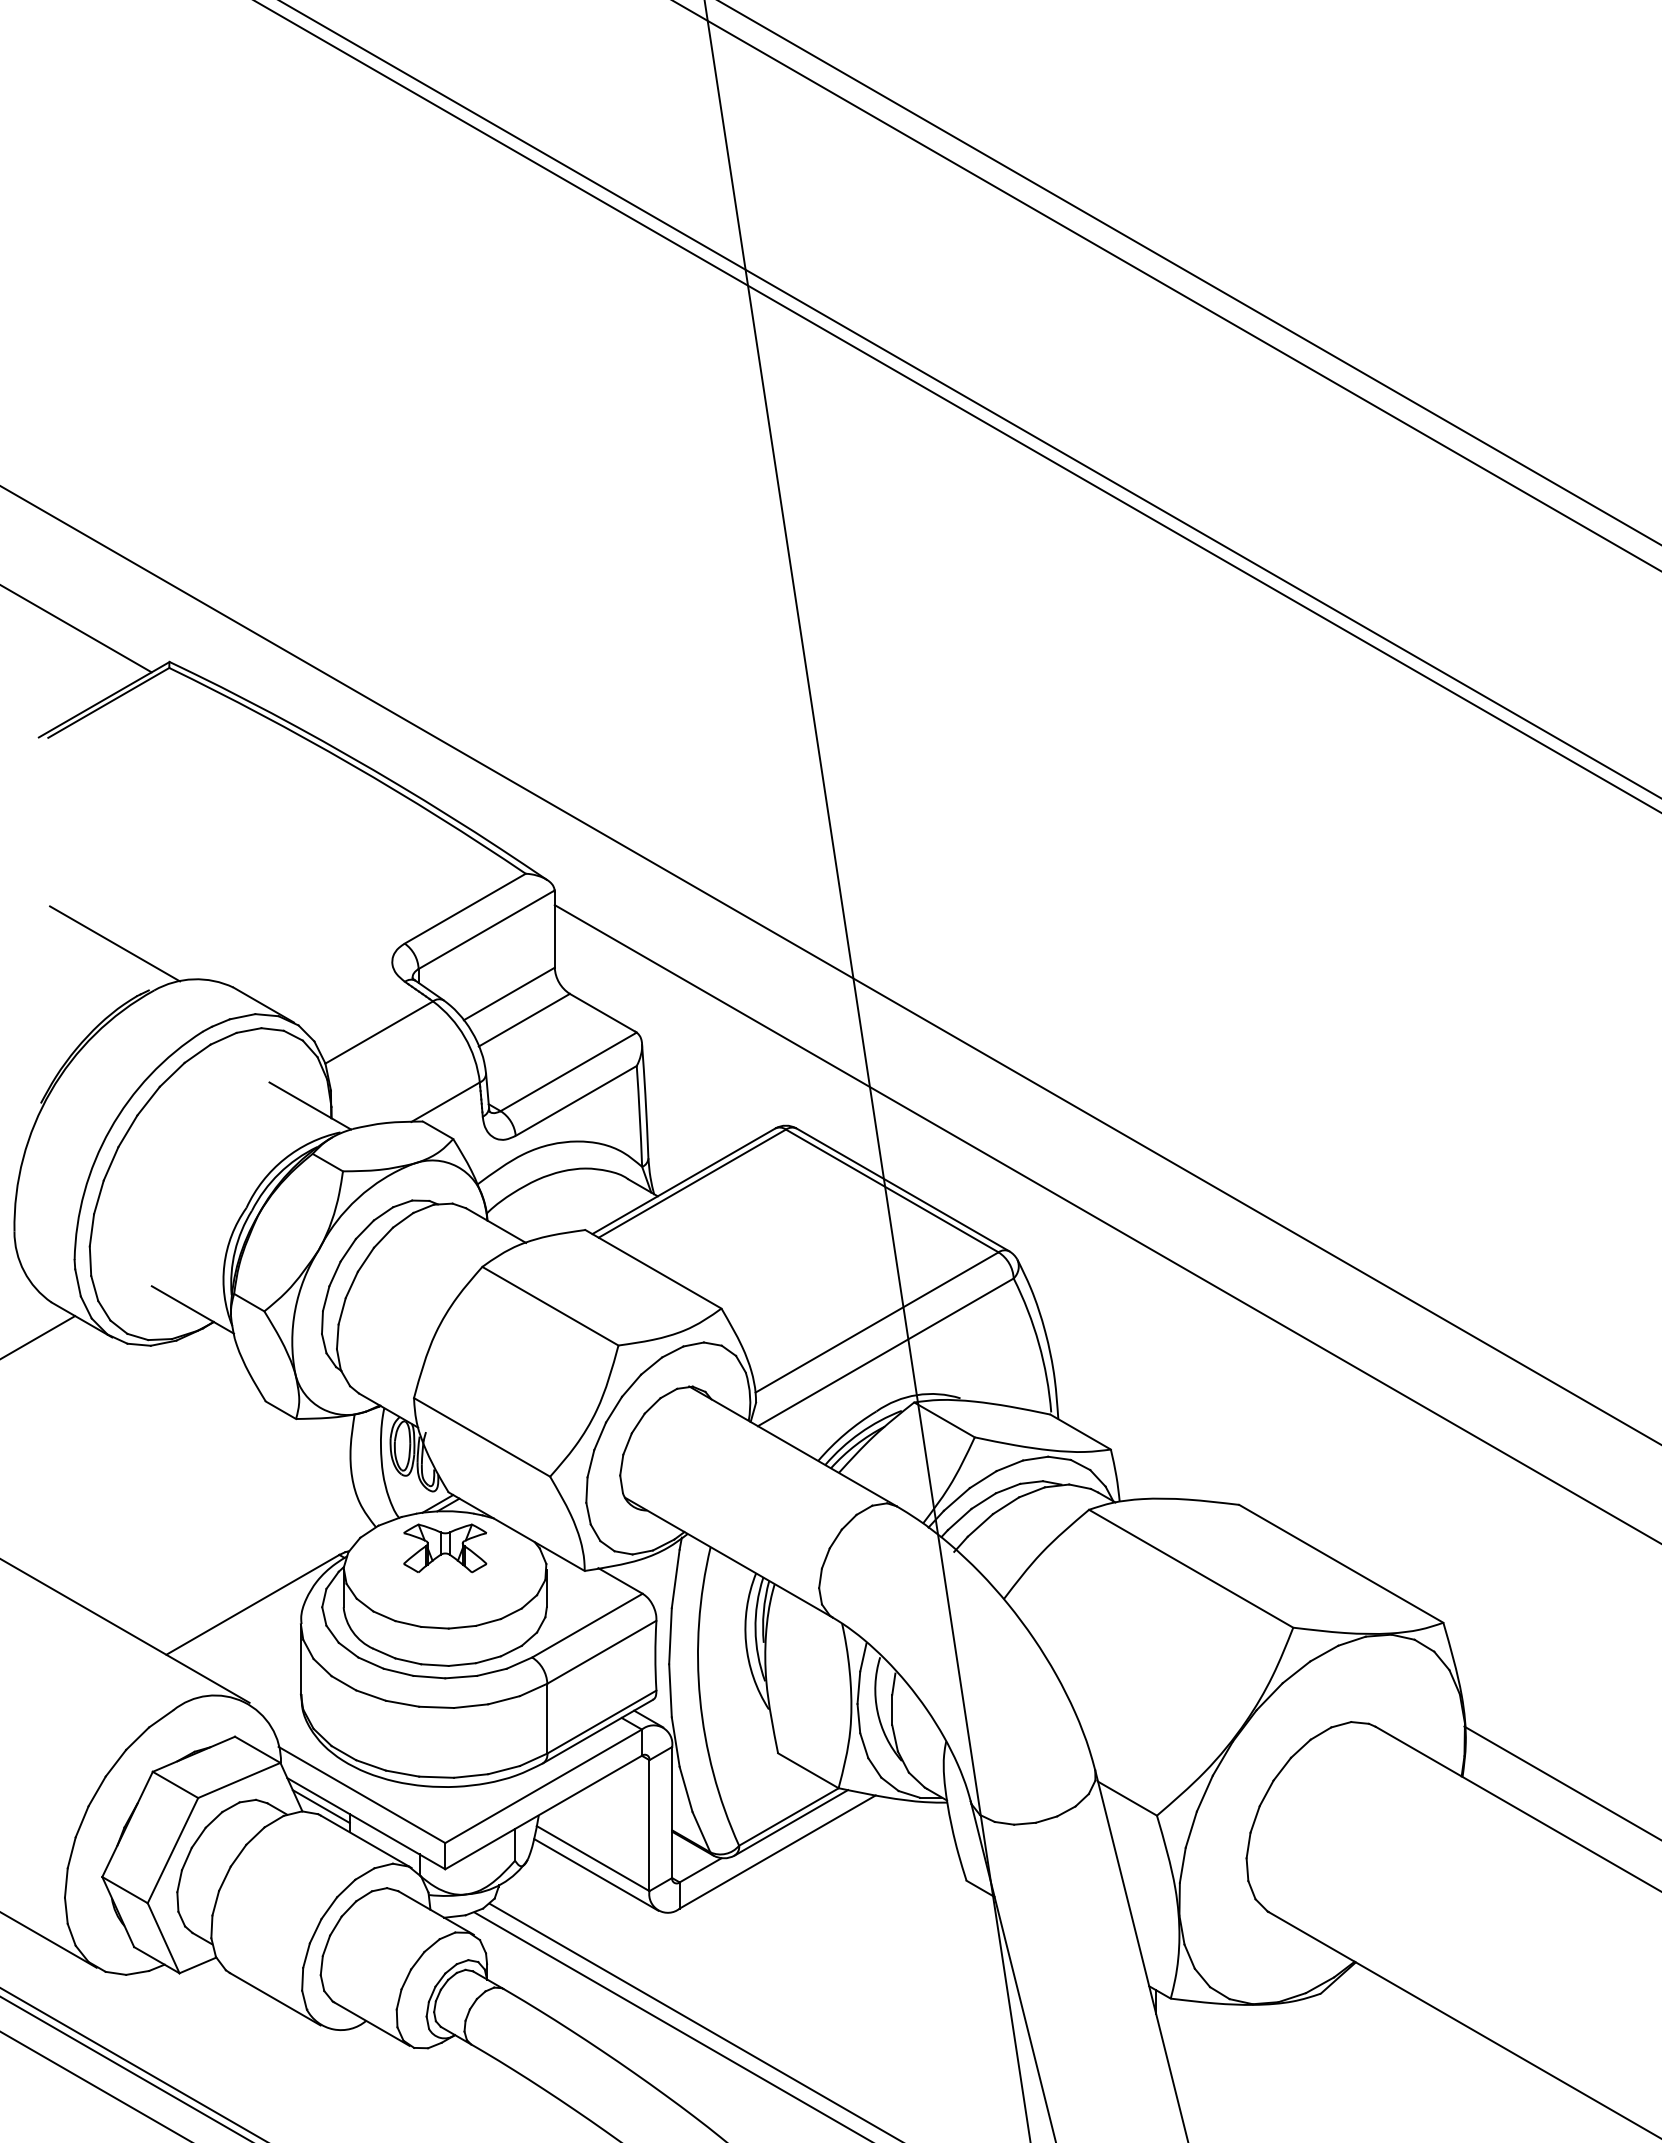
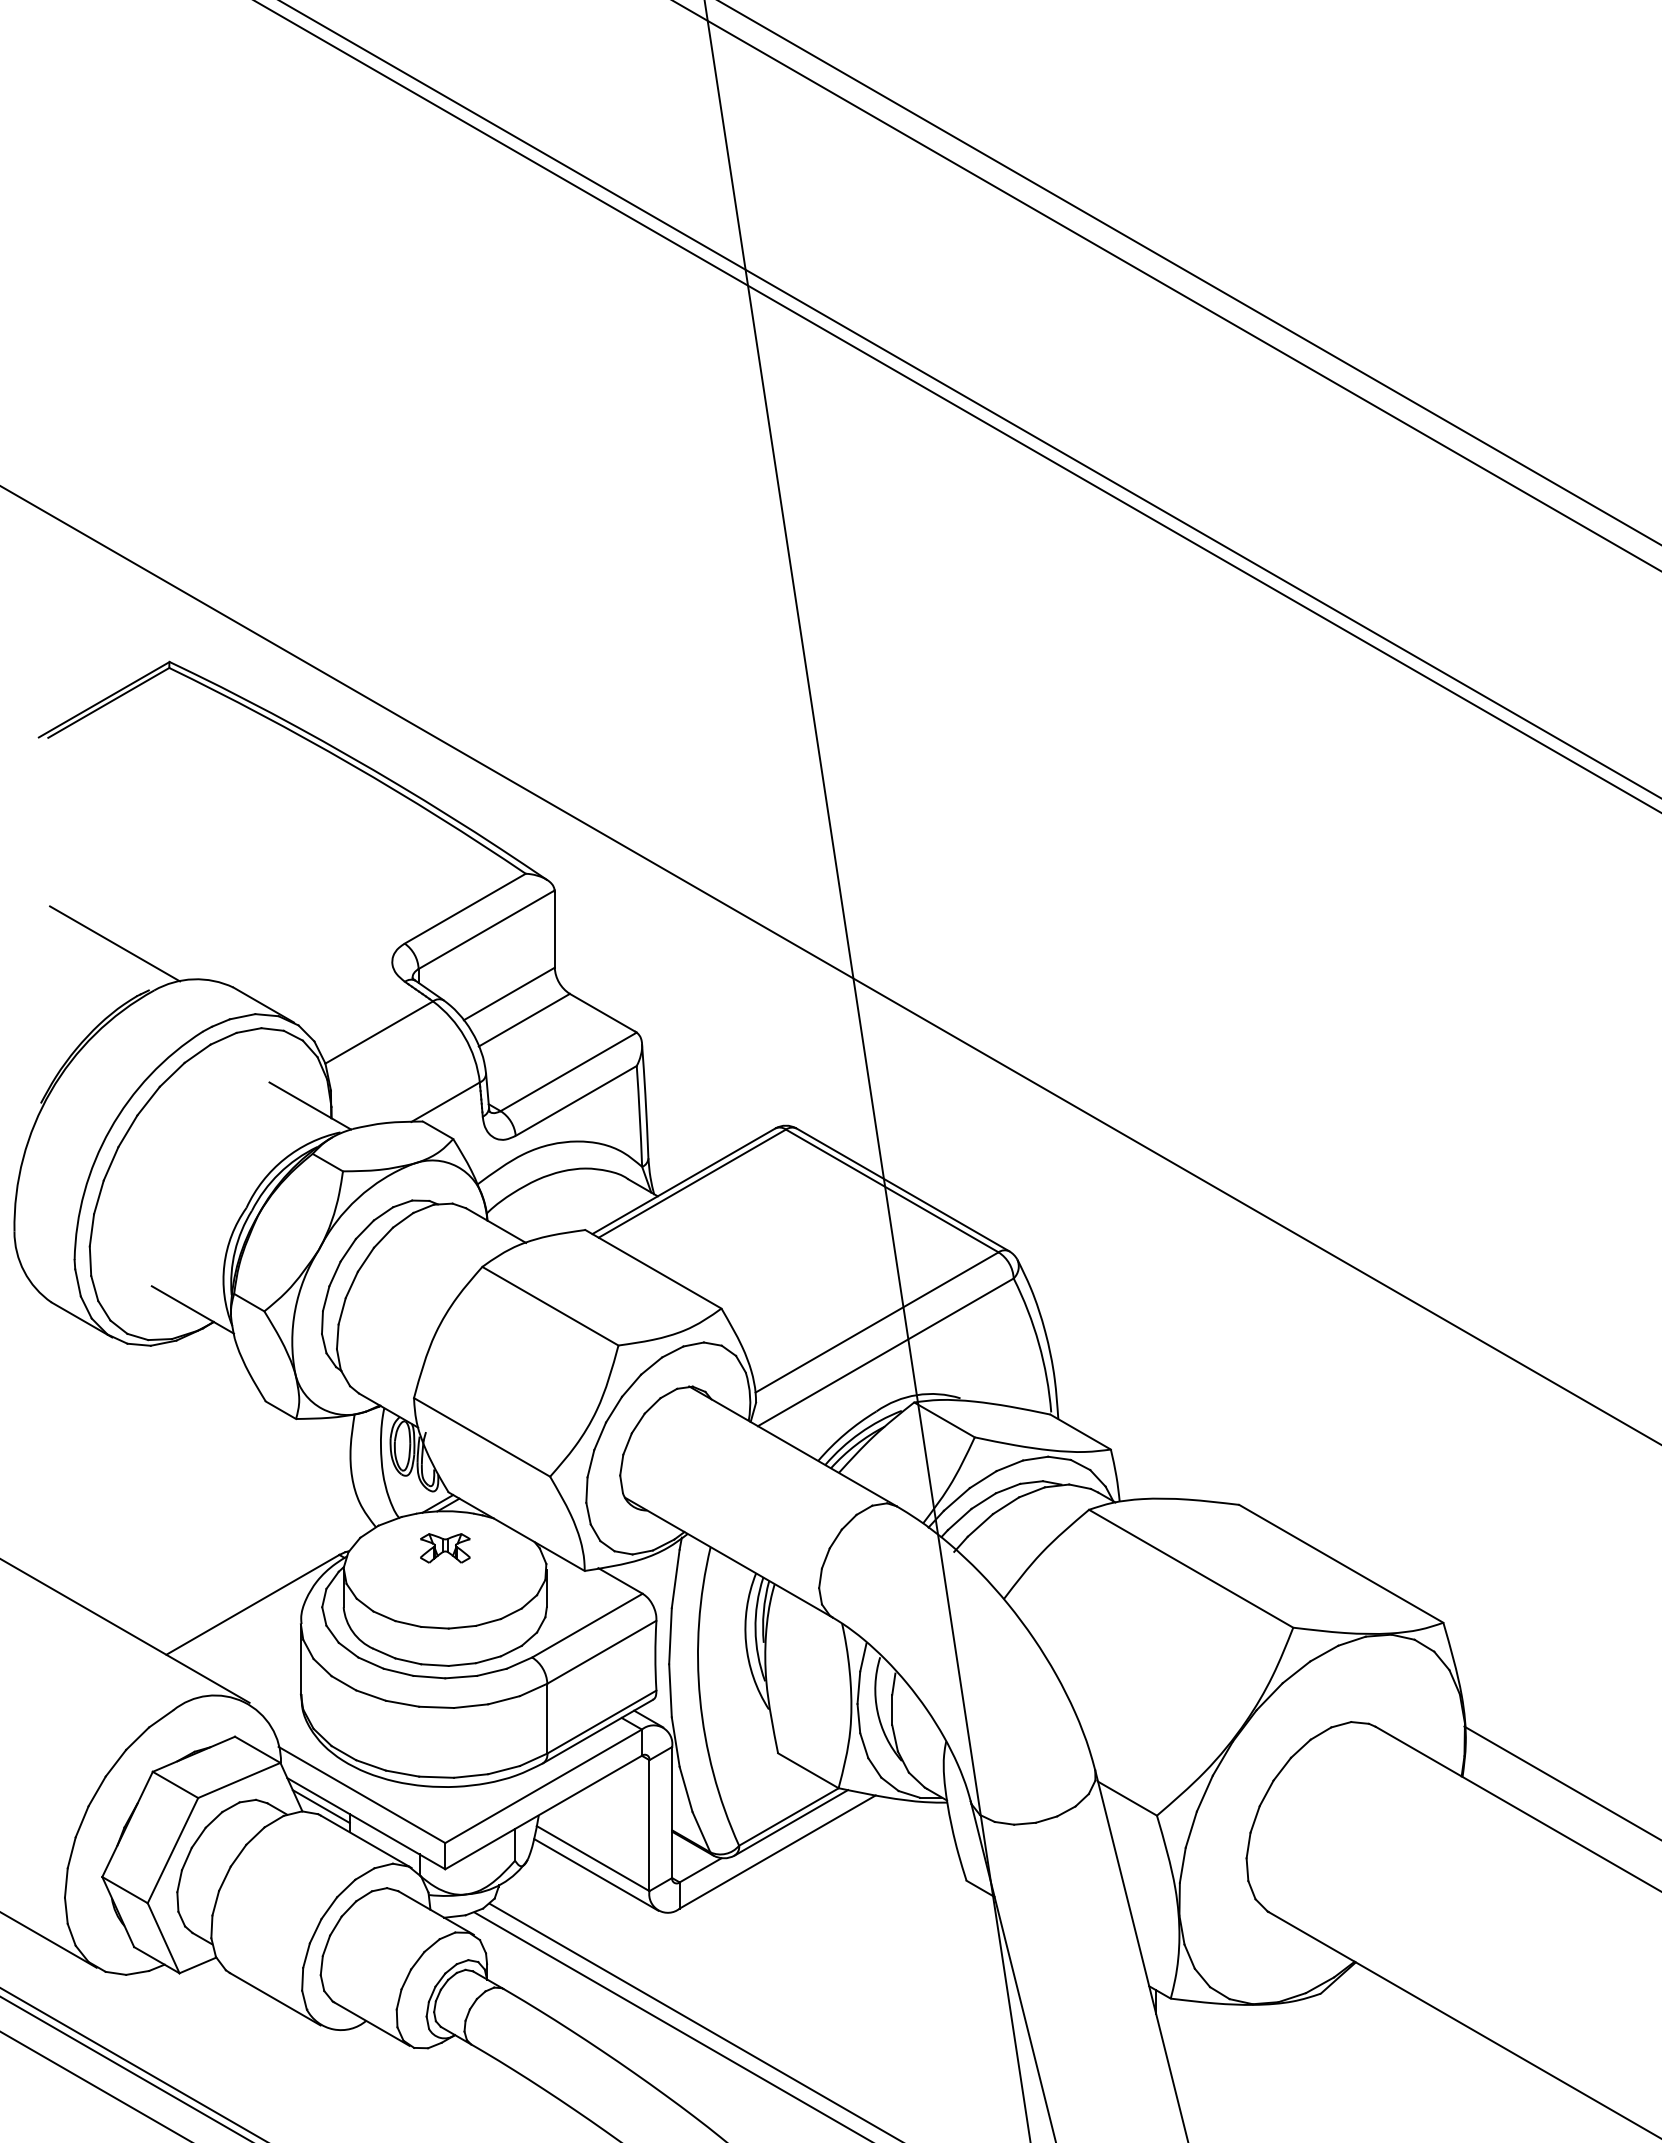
line at (76, 629): present -> none
line at (1106, 1223): present -> none
line at (38, 1336): present -> none
part at (445, 1548) size: 85x51 px -> 51x31 px
